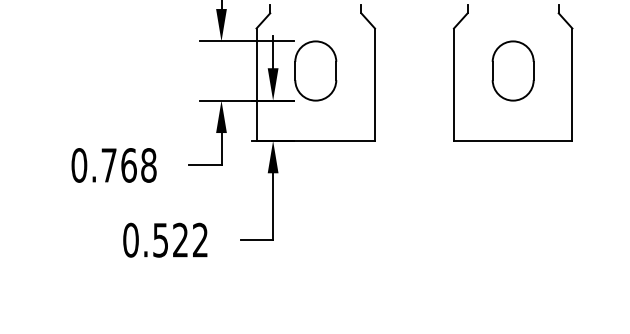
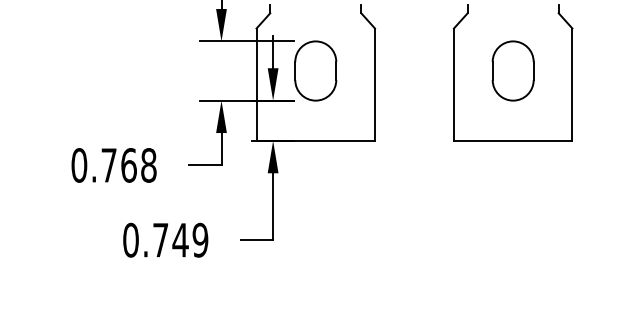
text at (180, 239): 0.522 -> 0.749
